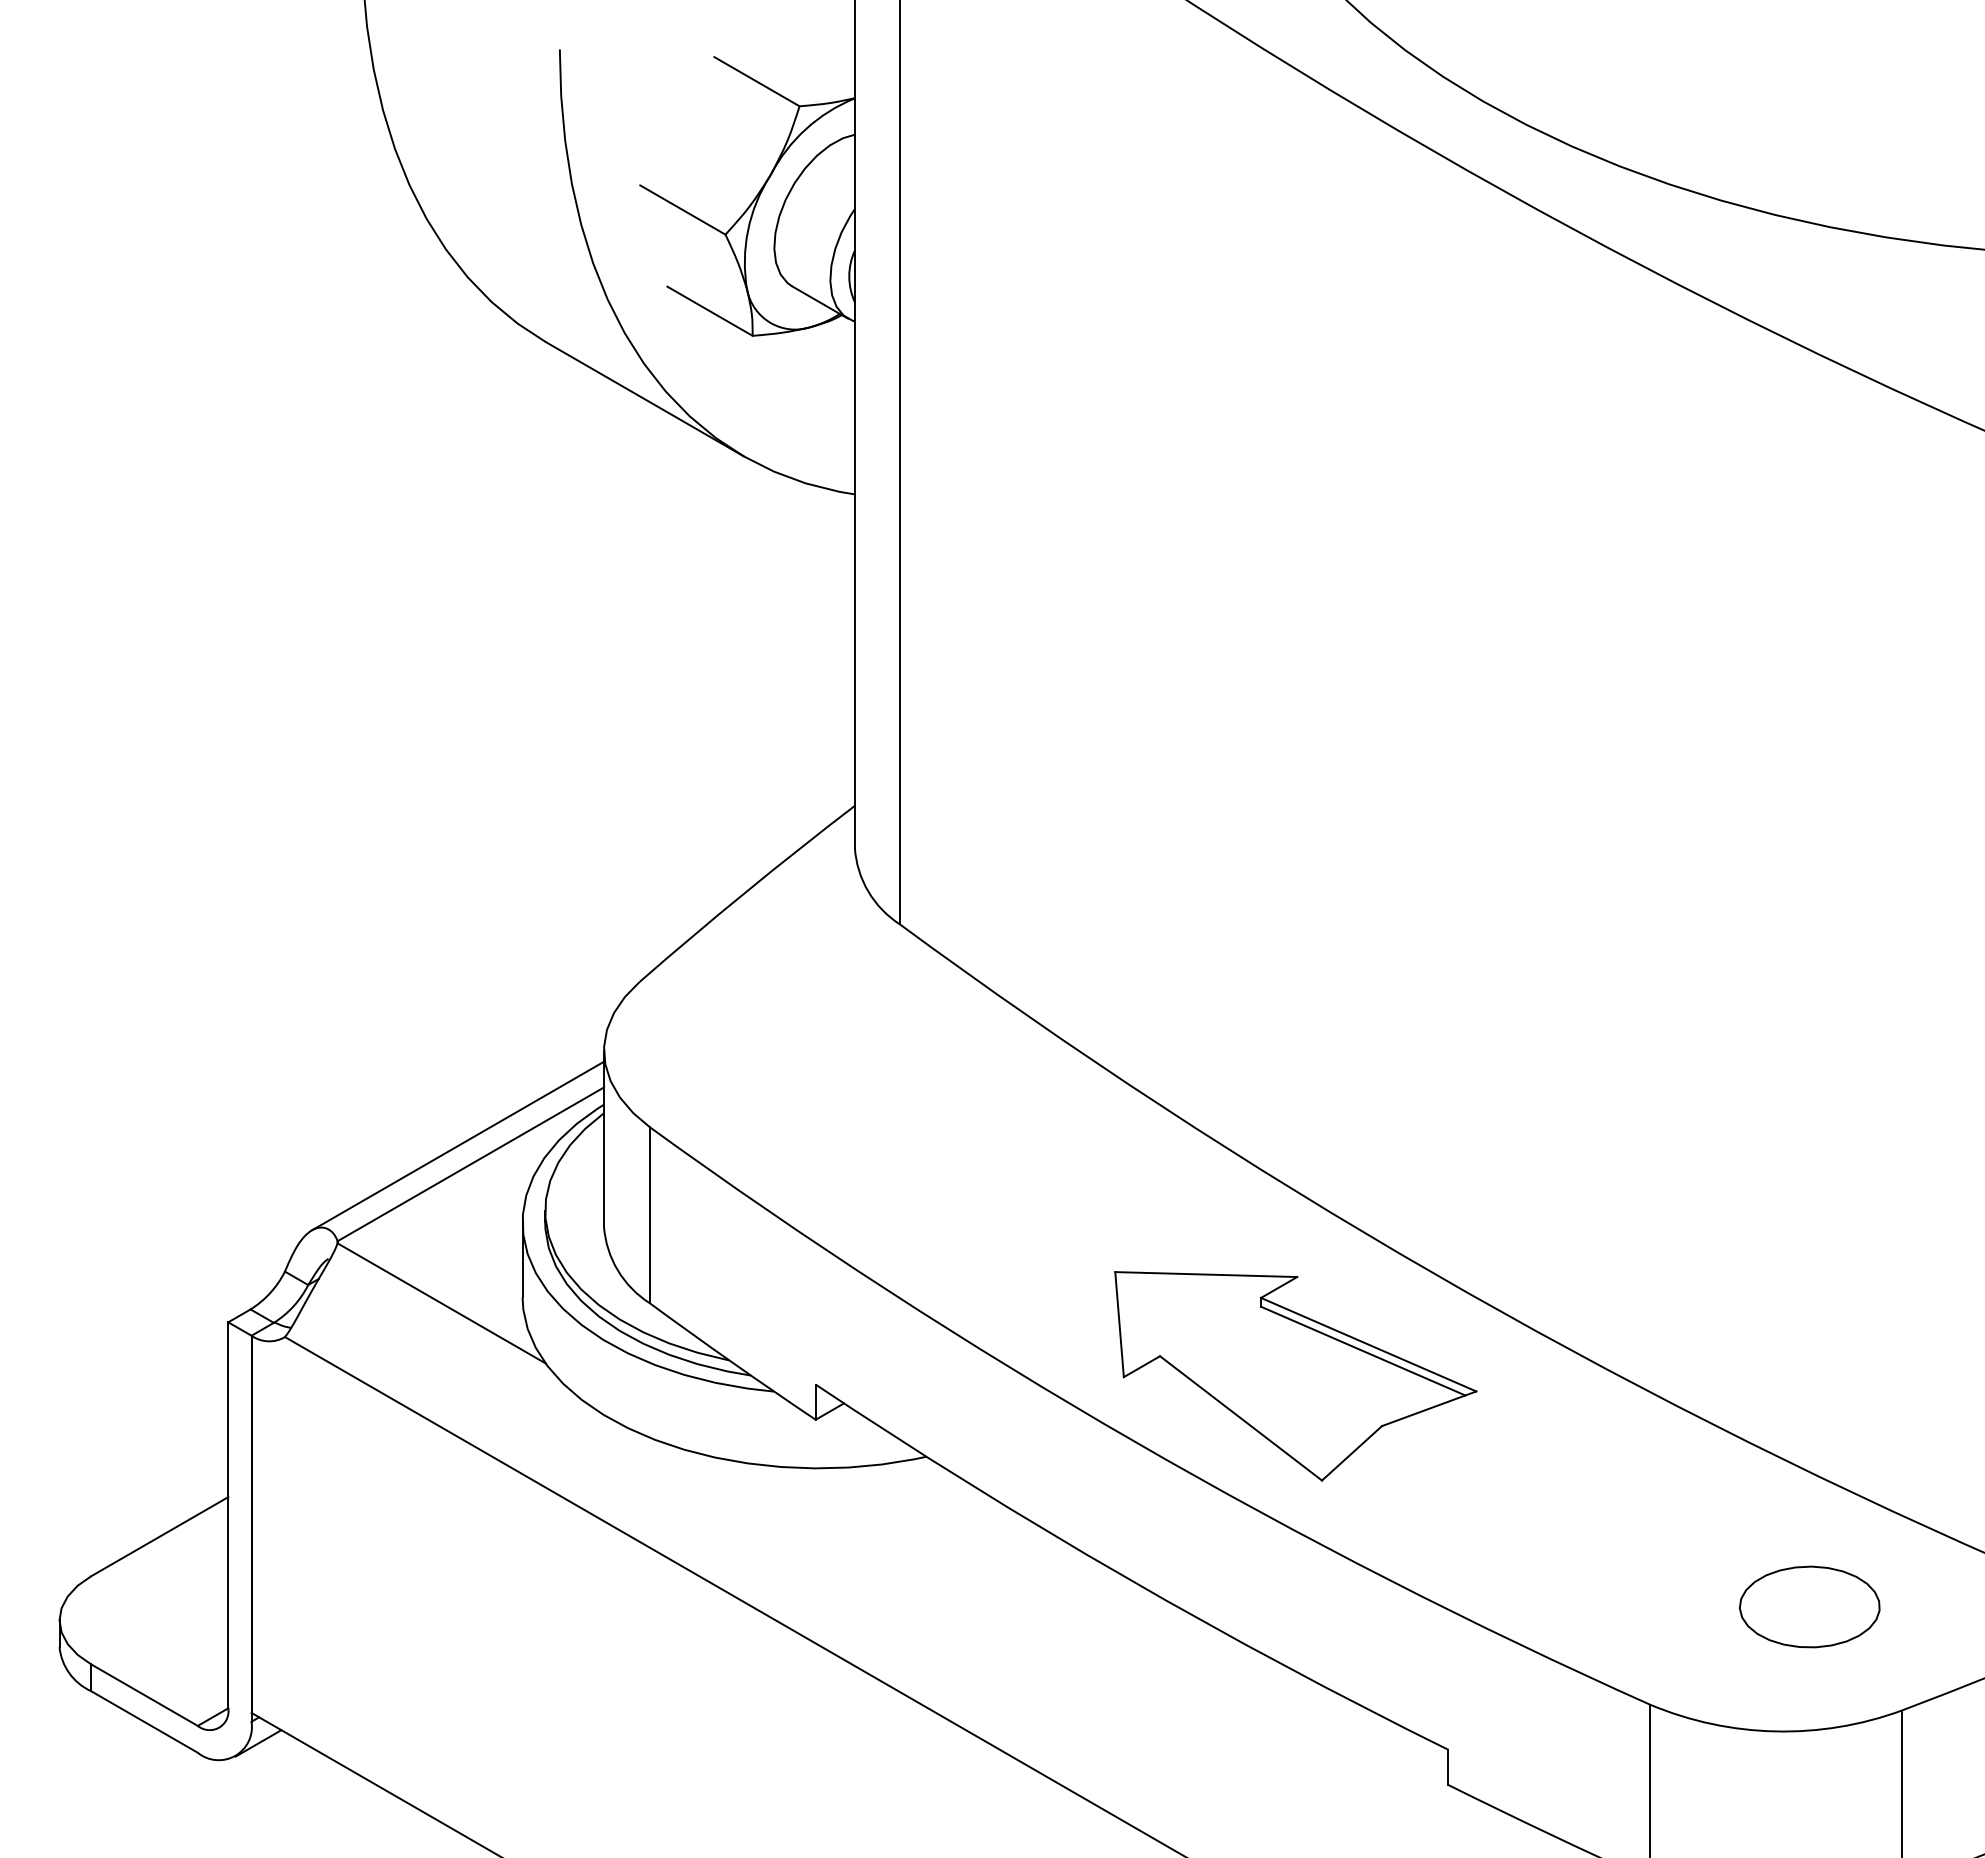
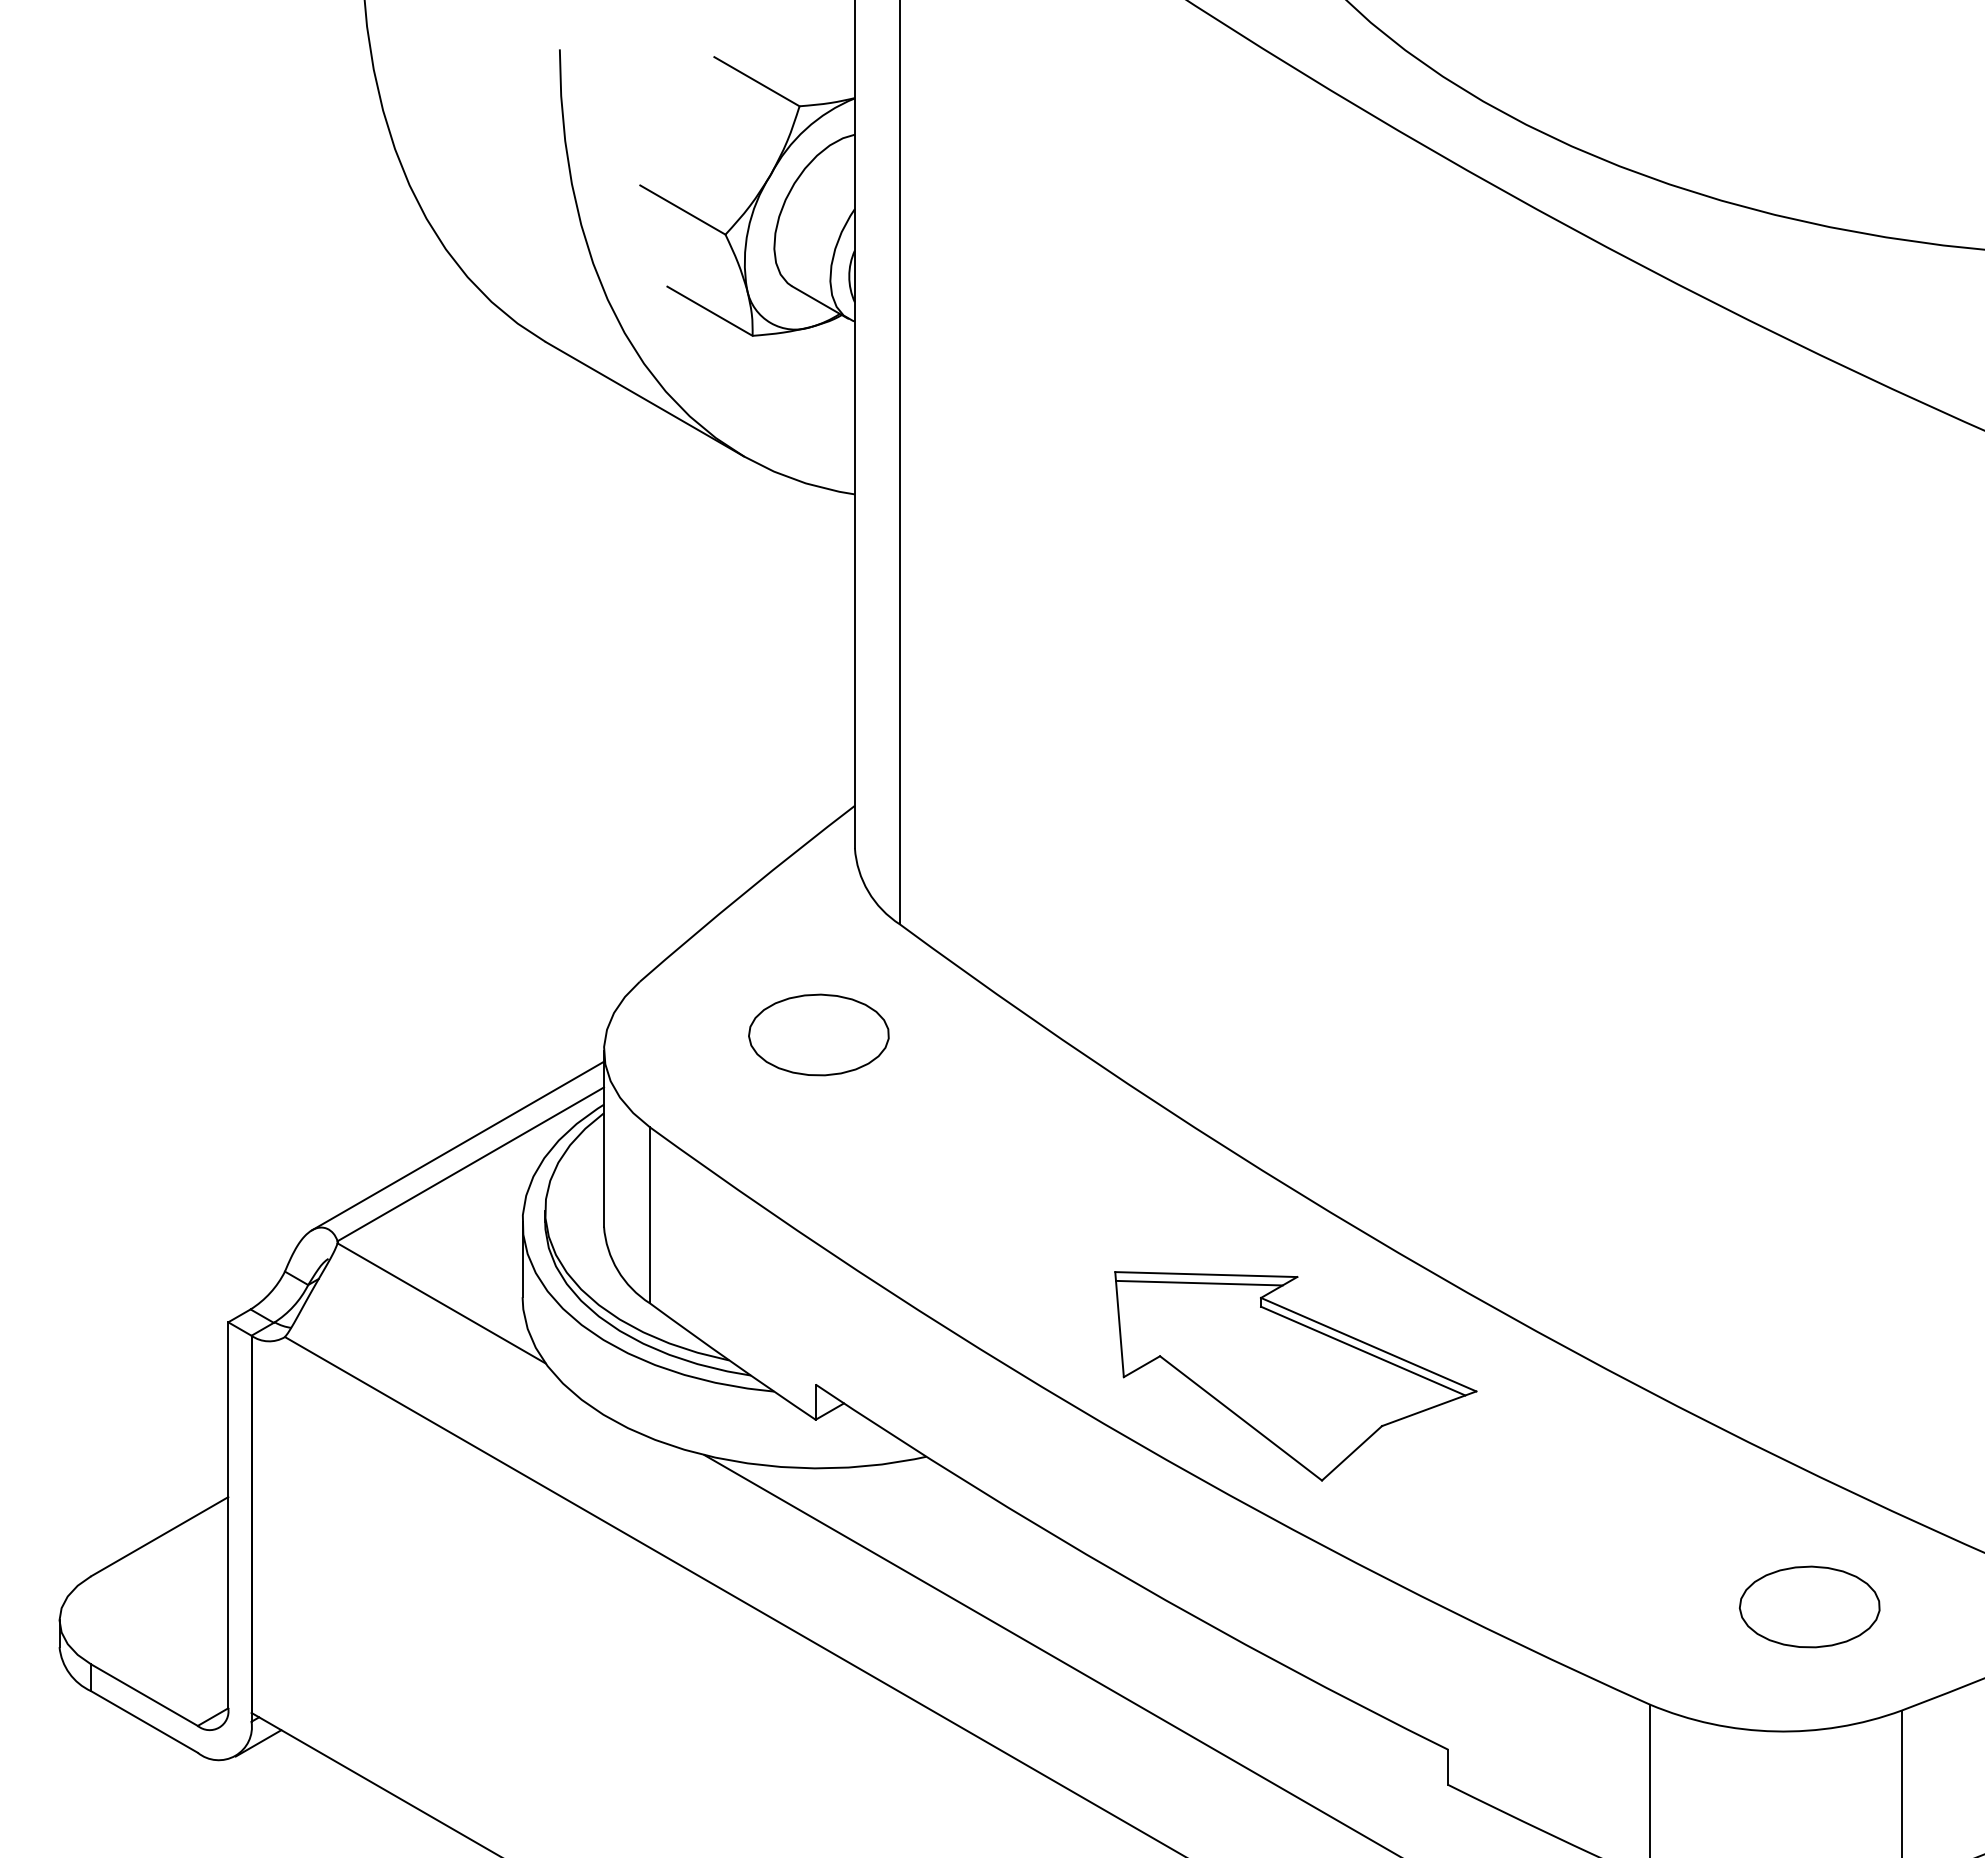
part at (818, 1034): none -> present
line at (1199, 1282): none -> present
line at (1050, 1654): none -> present
